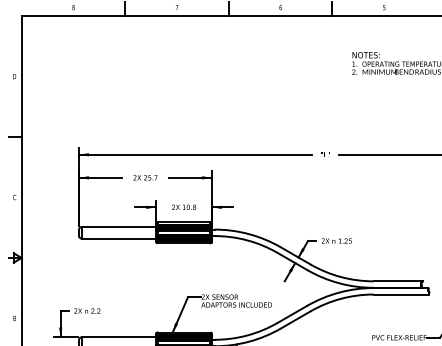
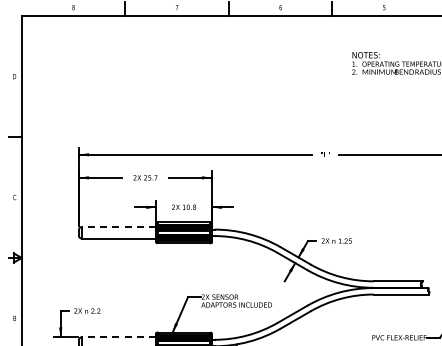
line at (118, 227): solid -> dashed
line at (118, 337): solid -> dashed
